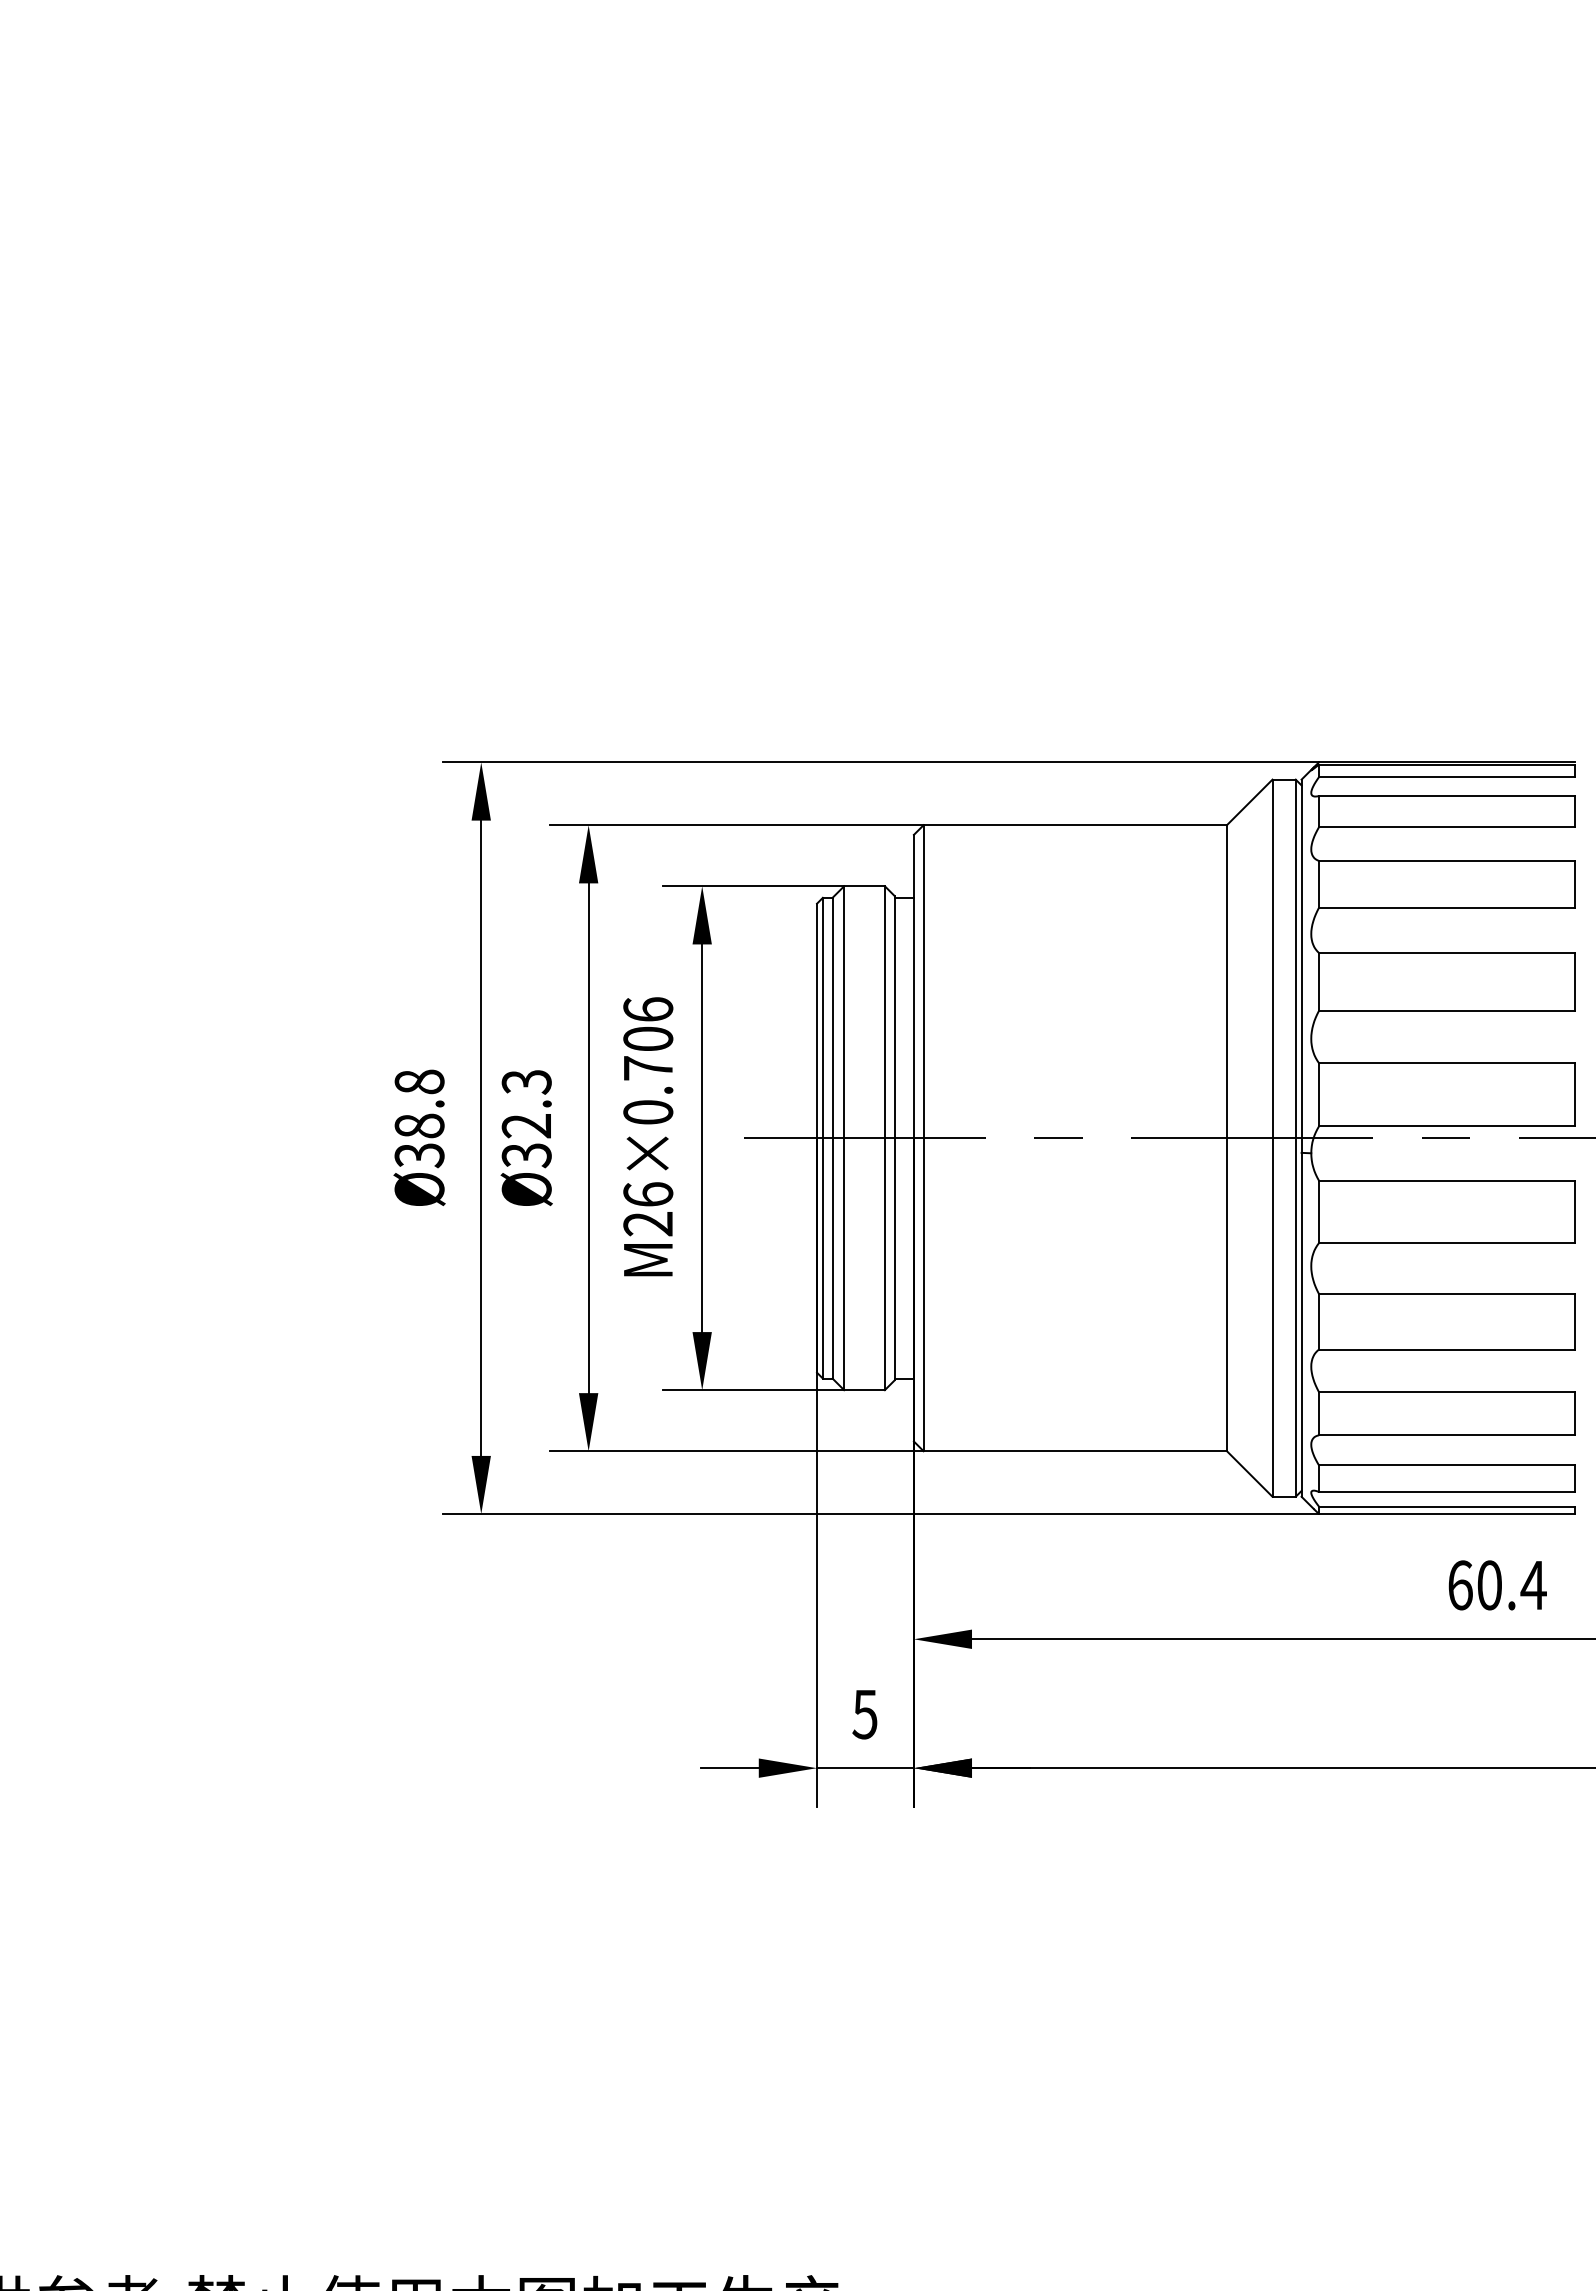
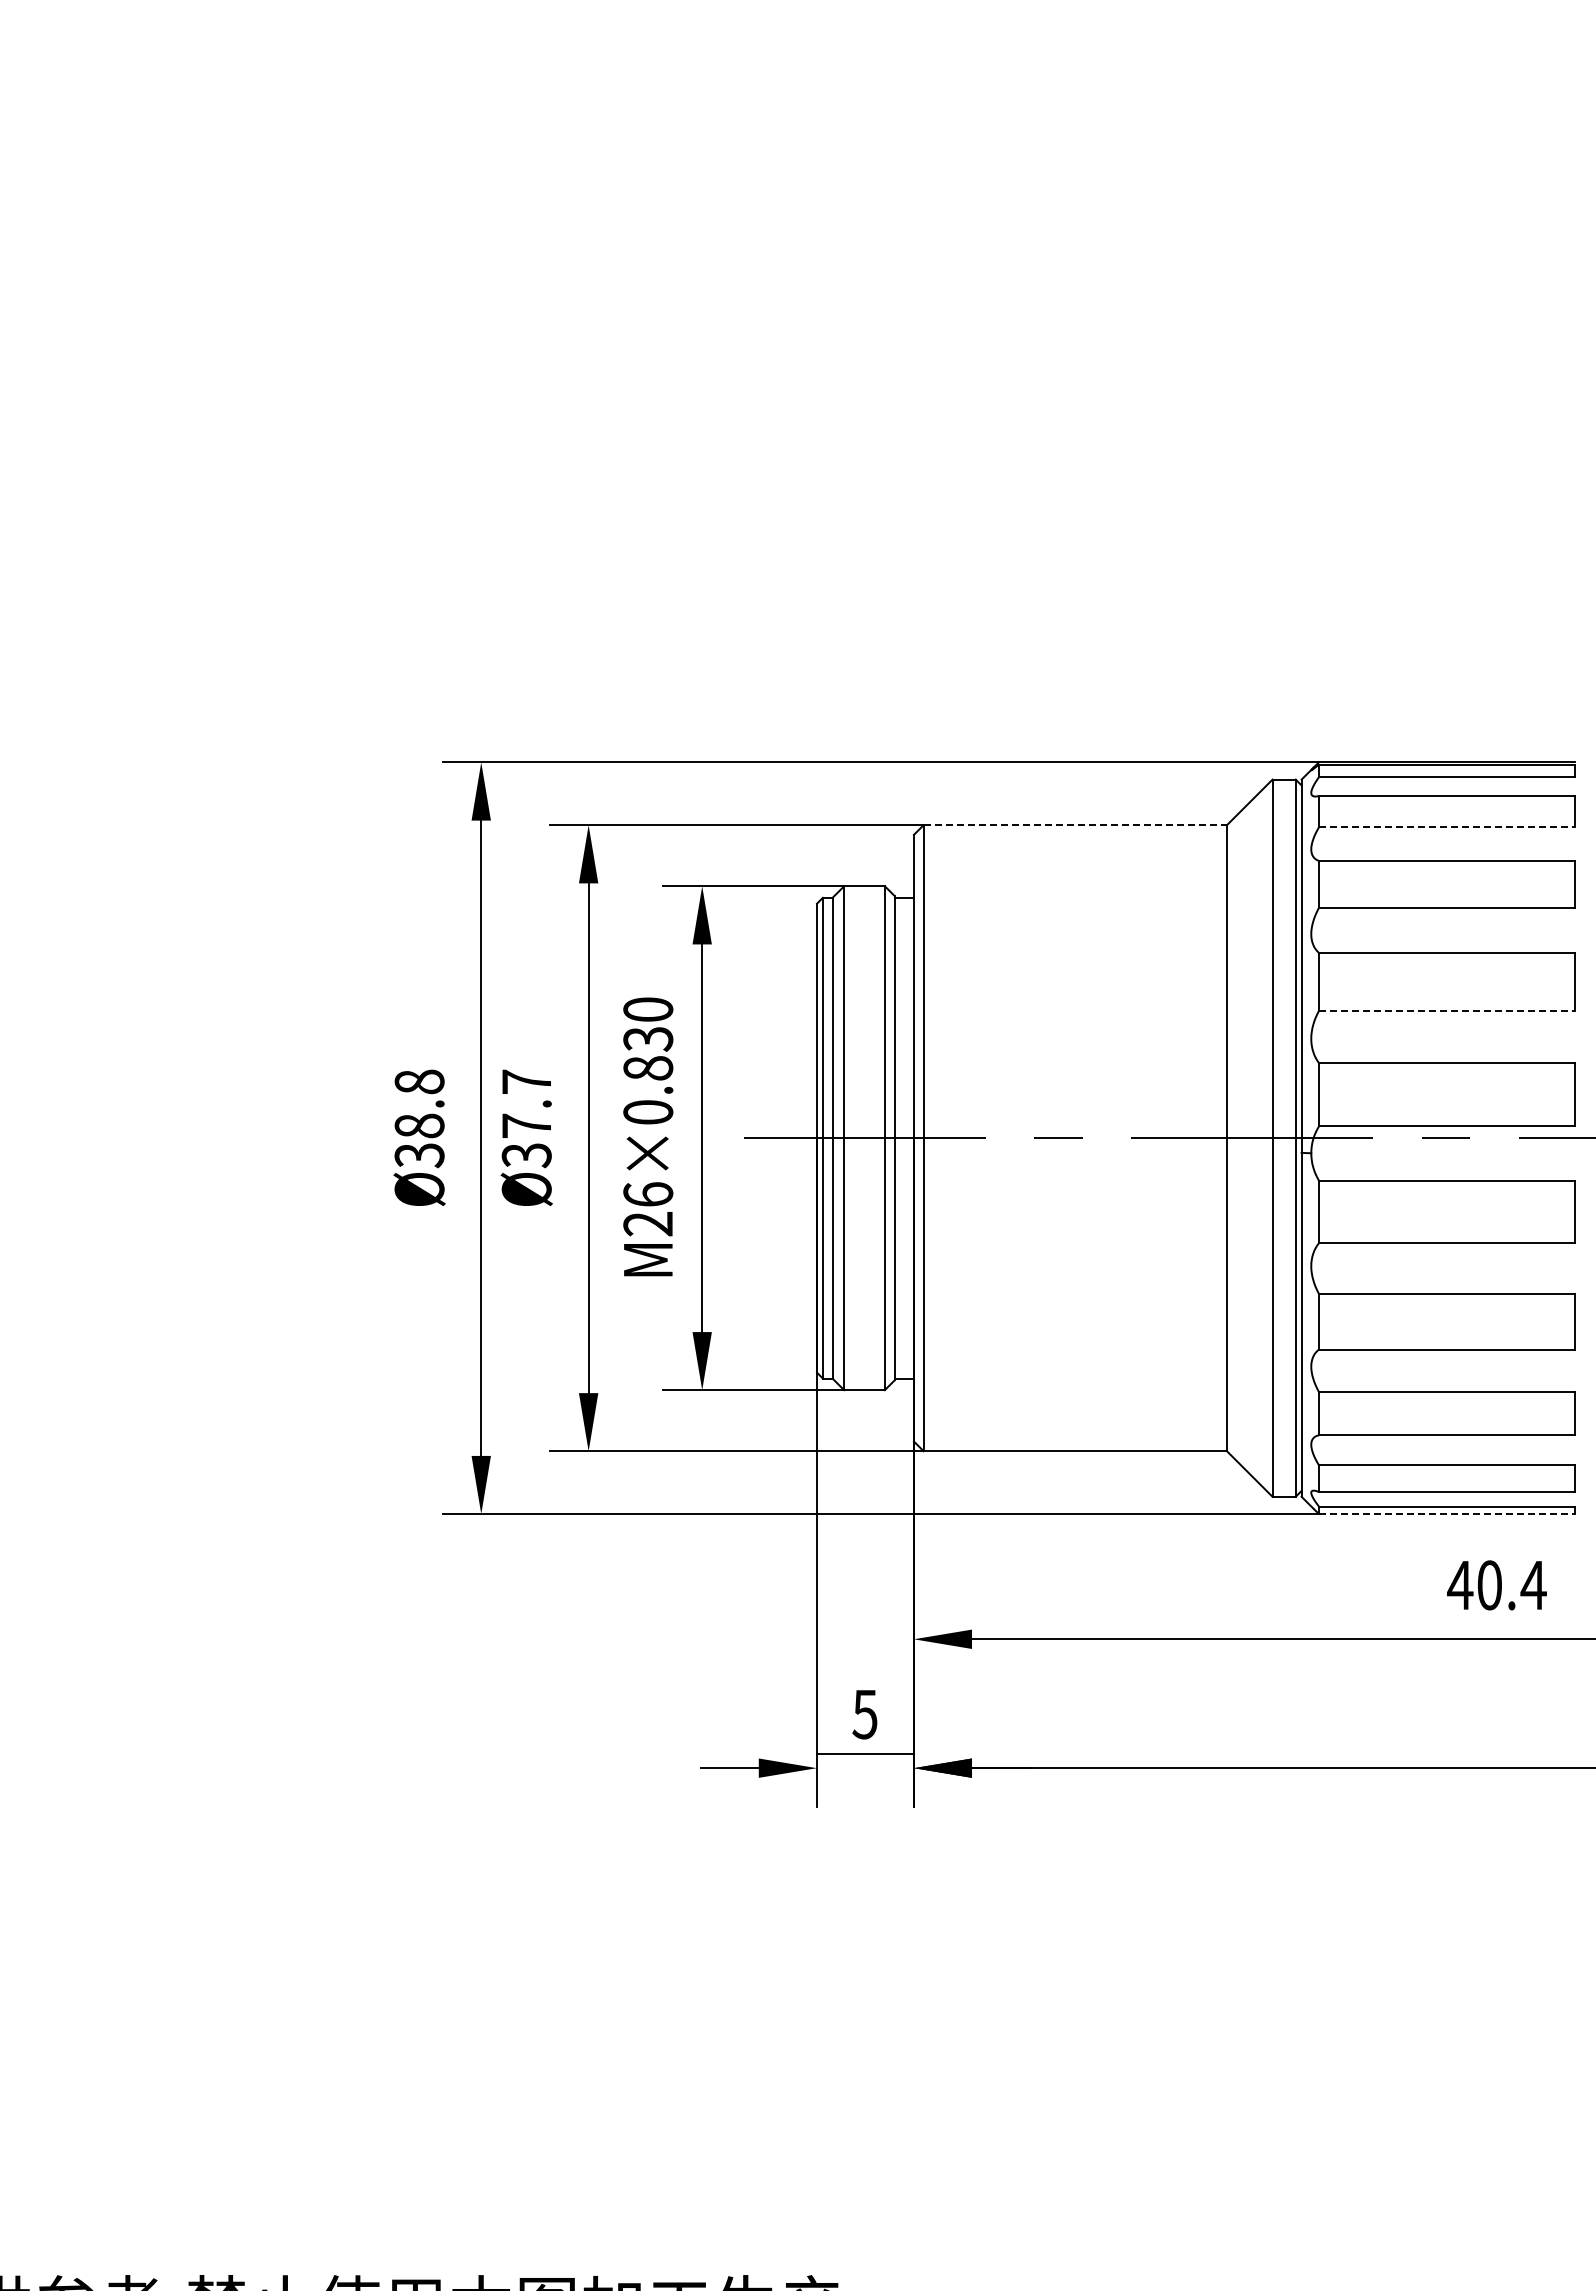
line at (1075, 825): solid -> dashed
line at (1446, 827): solid -> dashed
line at (1446, 1010): solid -> dashed
text at (648, 1038): M26×0.706 -> M26×0.830
text at (526, 1103): Ø32.3 -> Ø37.7
line at (1446, 1514): solid -> dashed
text at (1460, 1585): 60.4 -> 40.4
line at (865, 1768) position: (865, 1768) -> (865, 1754)
